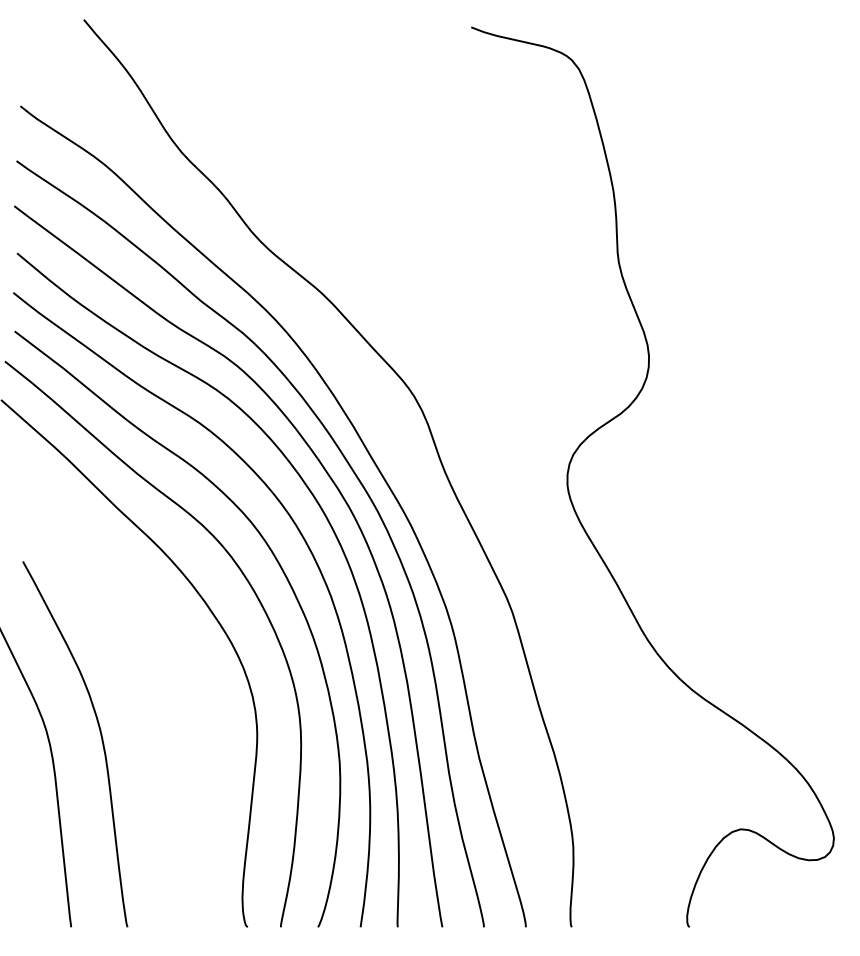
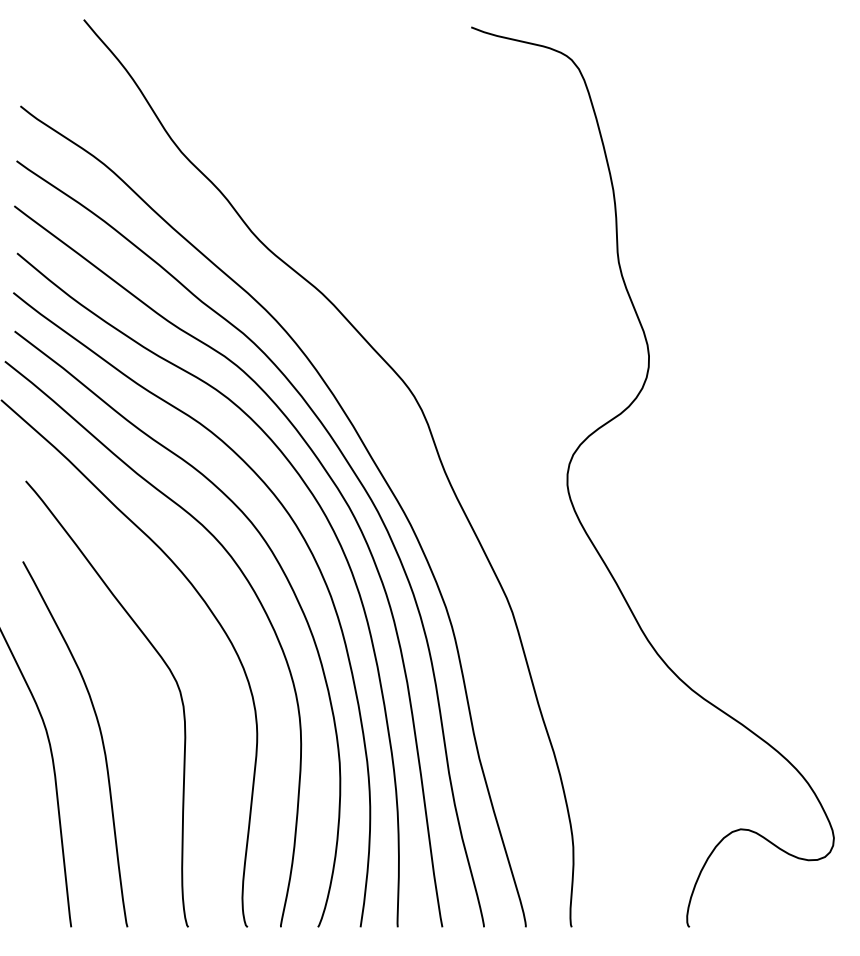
curve at (165, 665): none -> present
